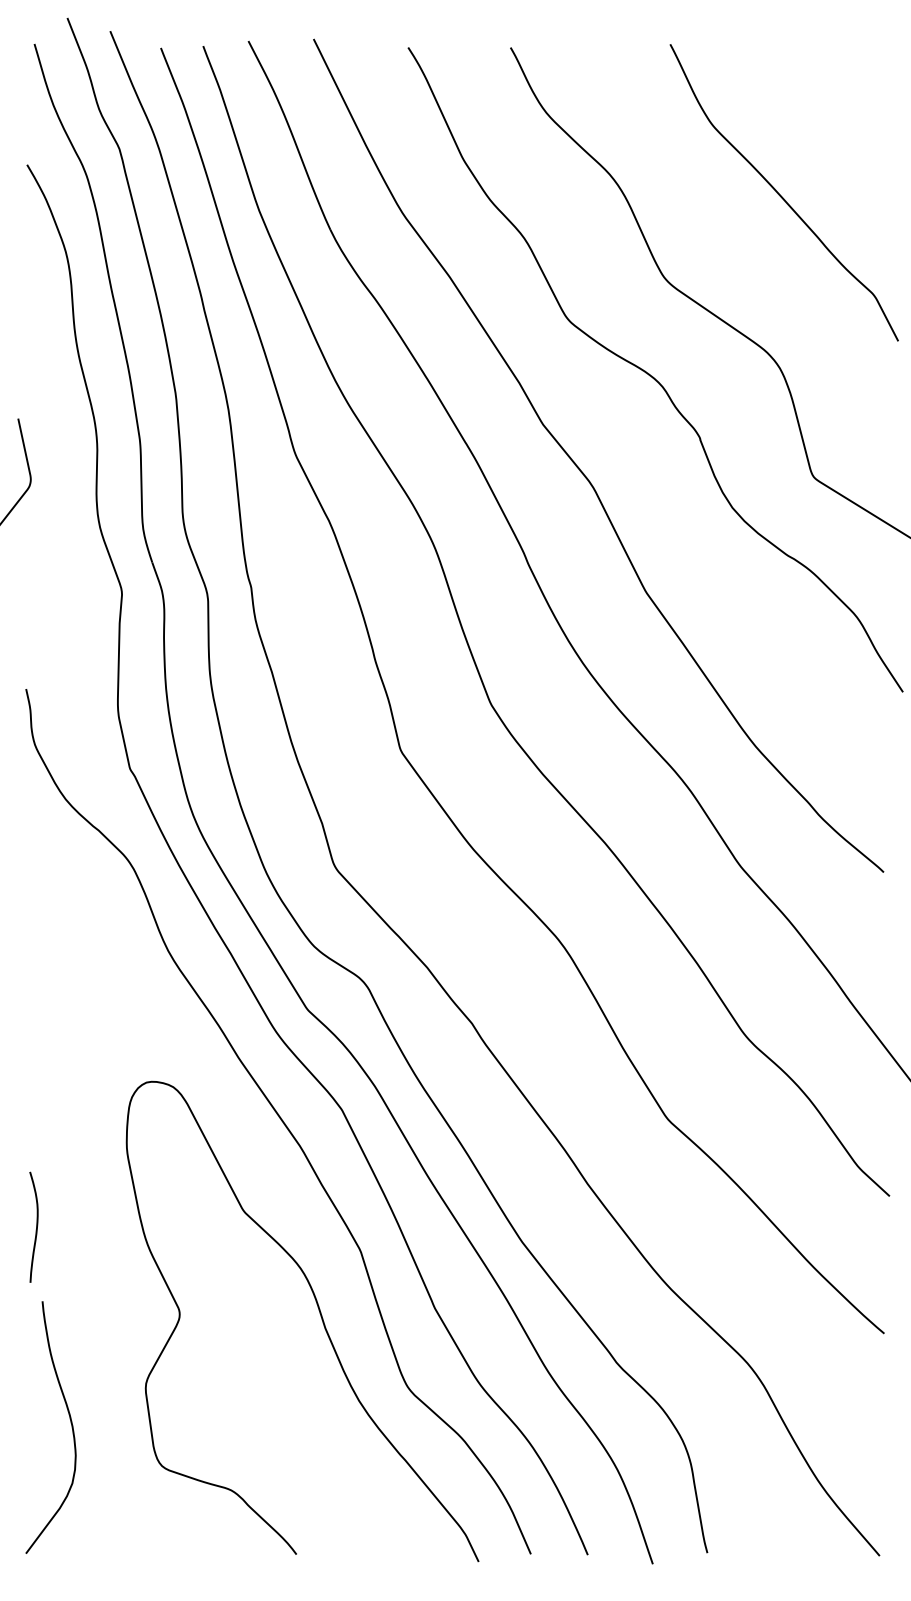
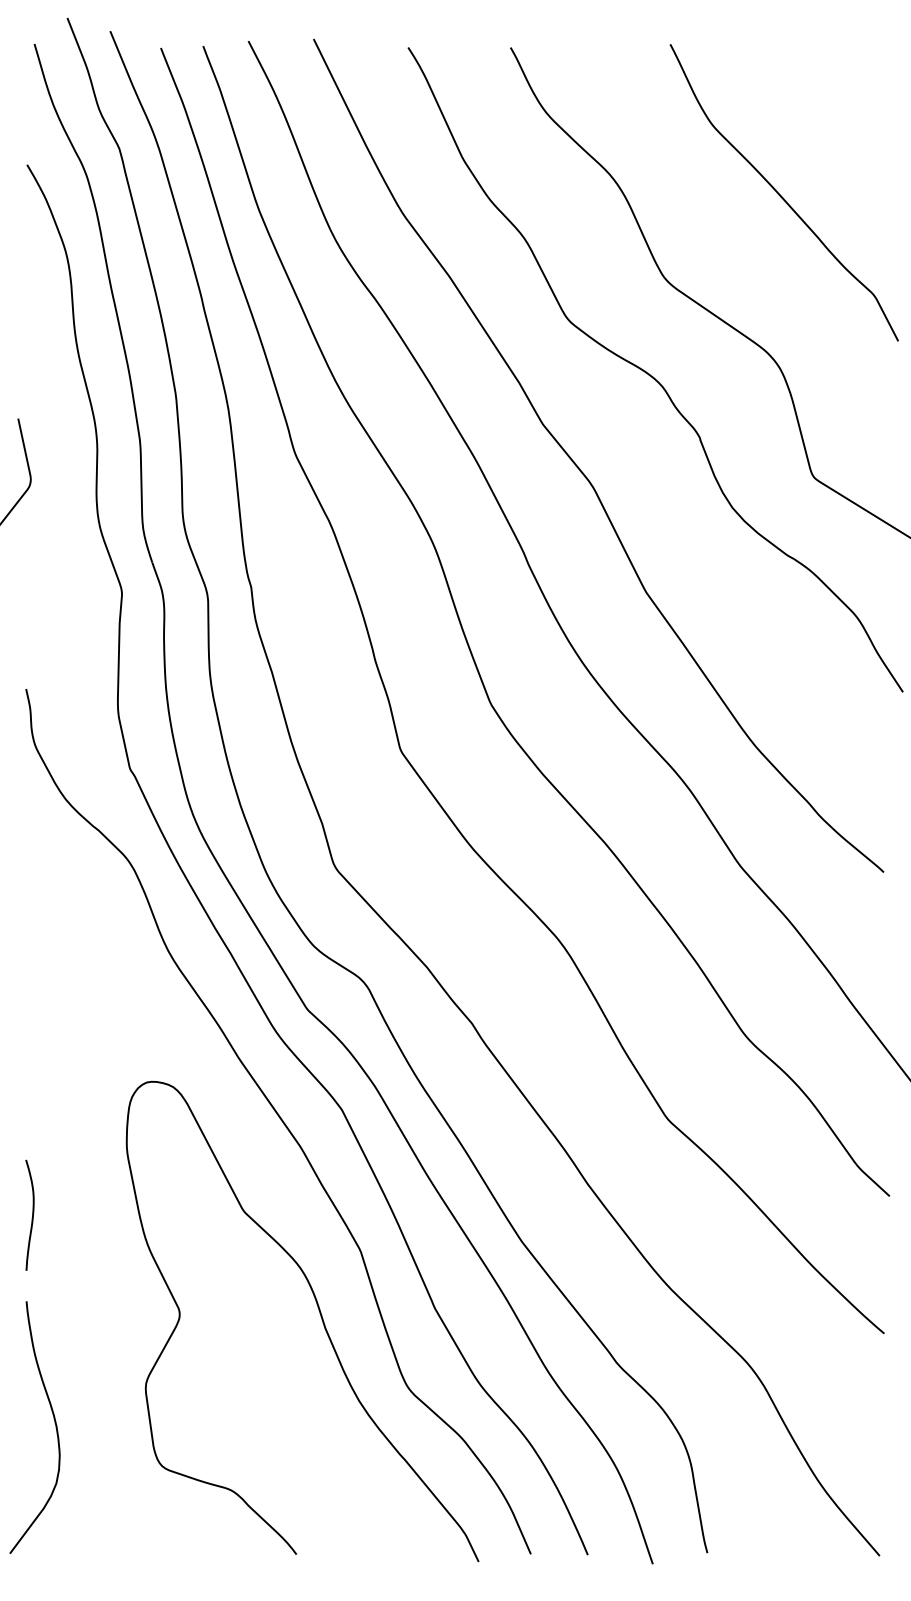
curve at (36, 1226) position: (36, 1226) -> (32, 1214)
curve at (70, 1423) position: (70, 1423) -> (54, 1423)
